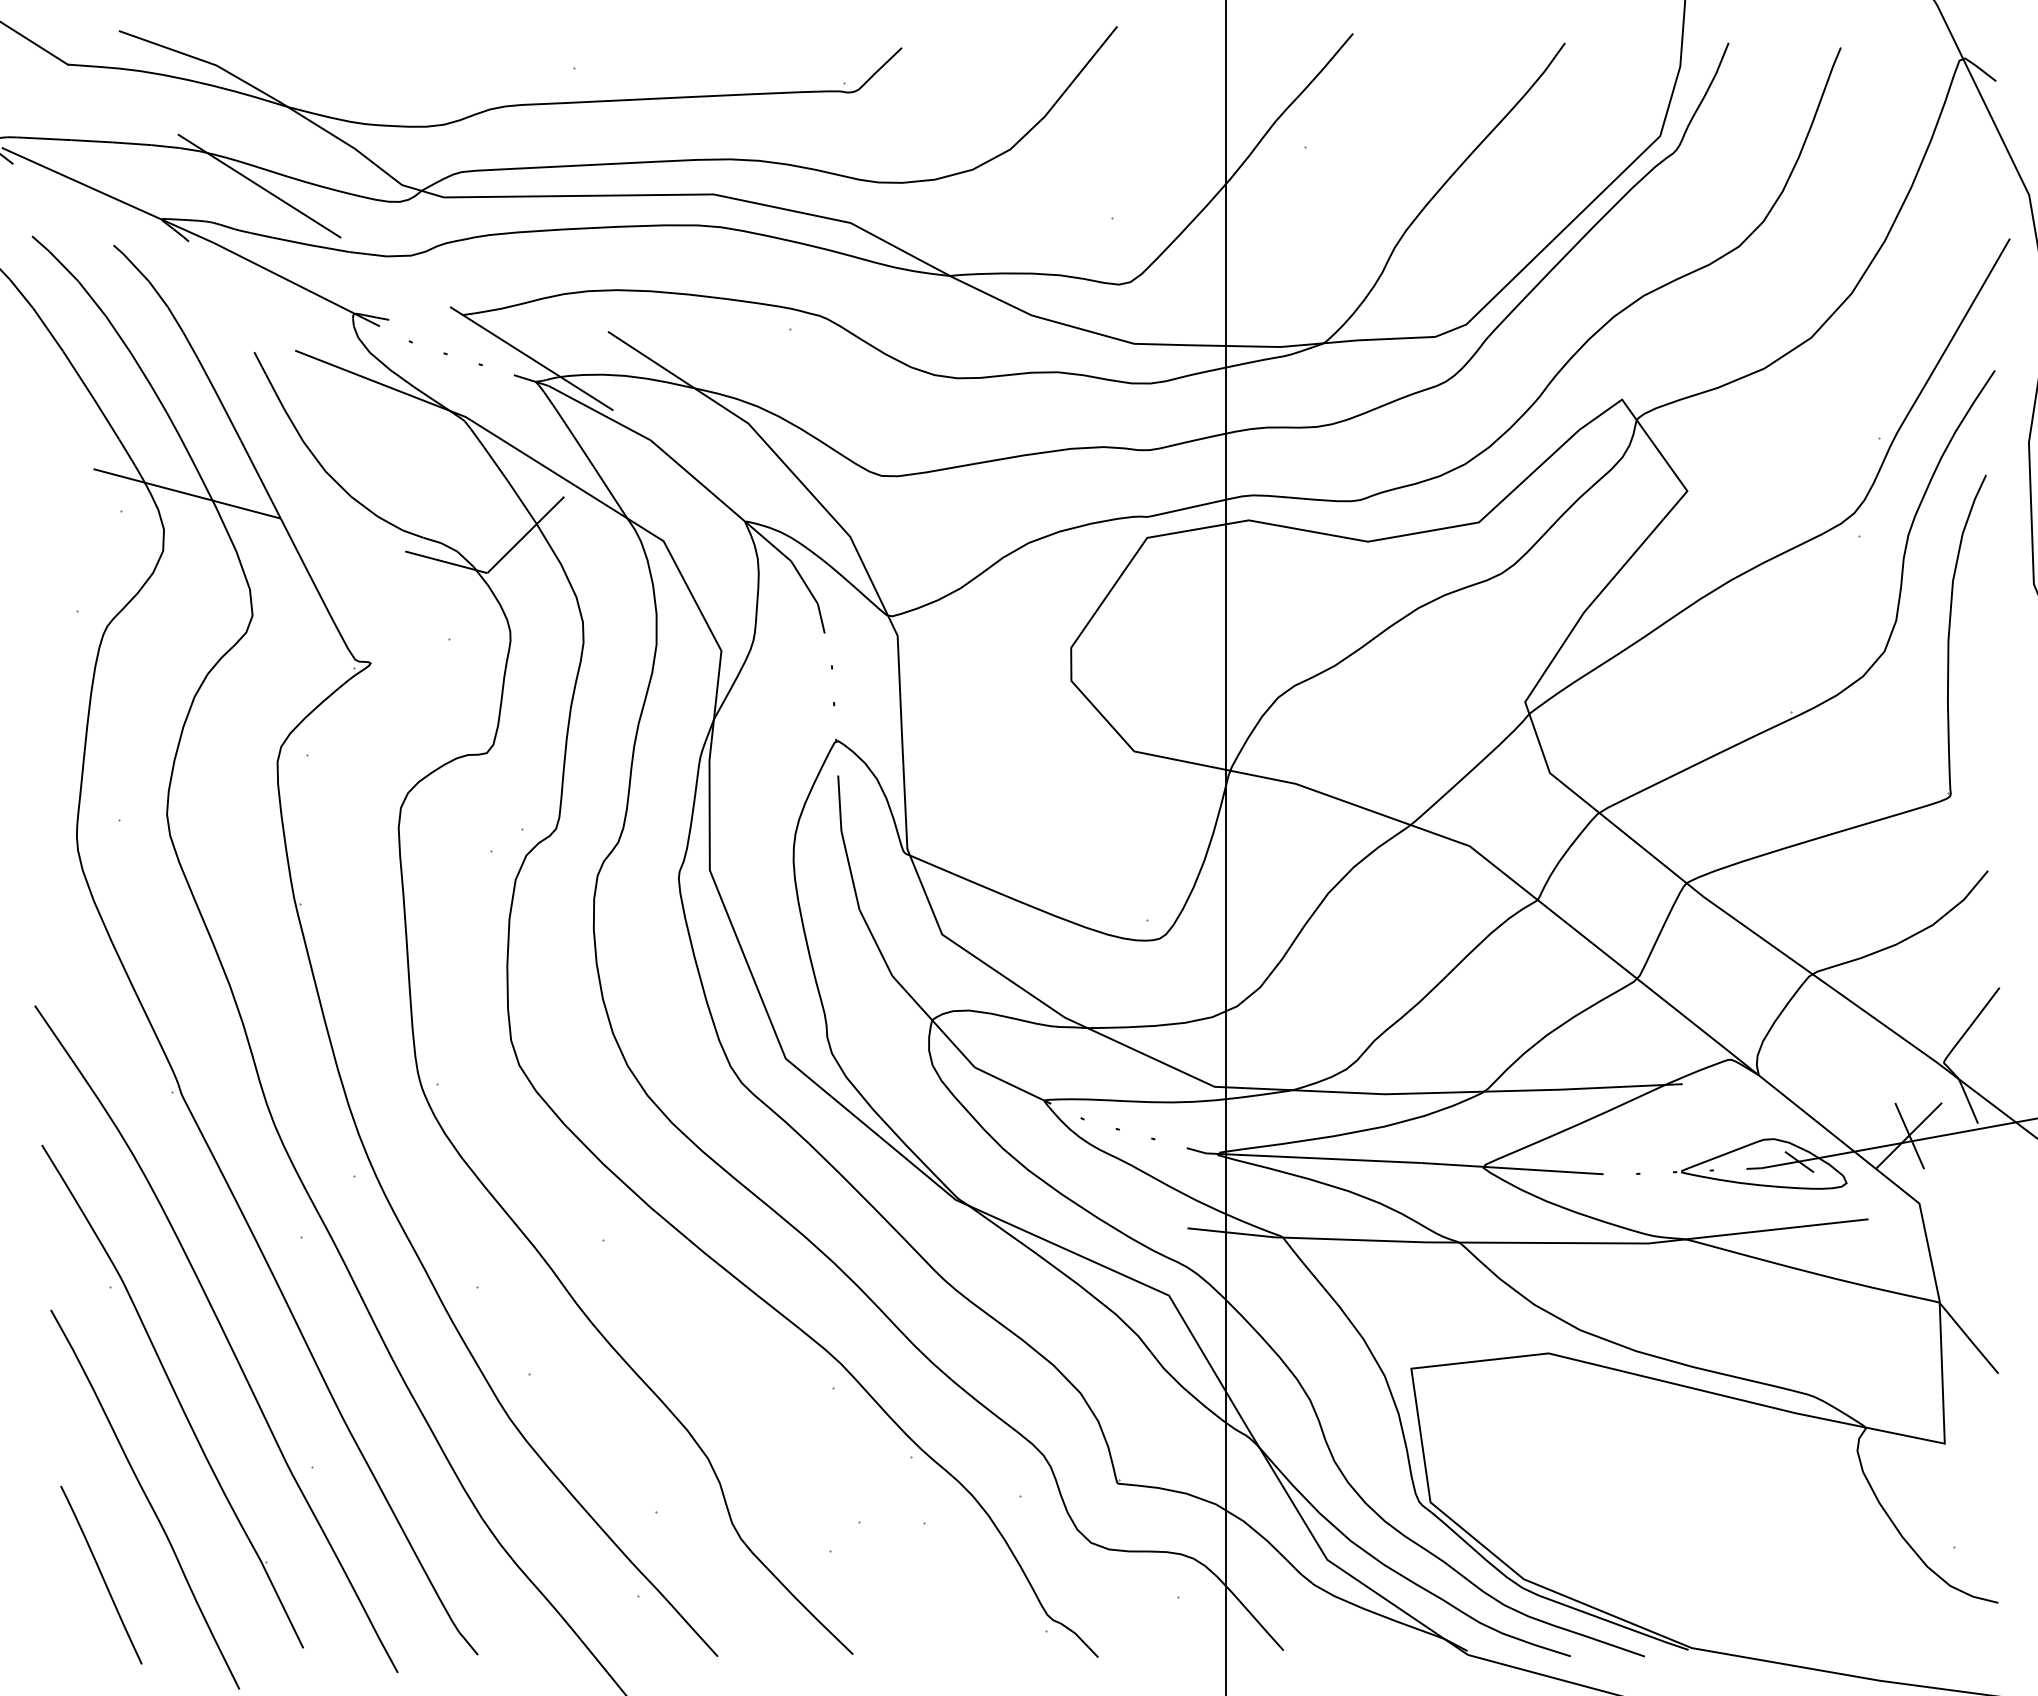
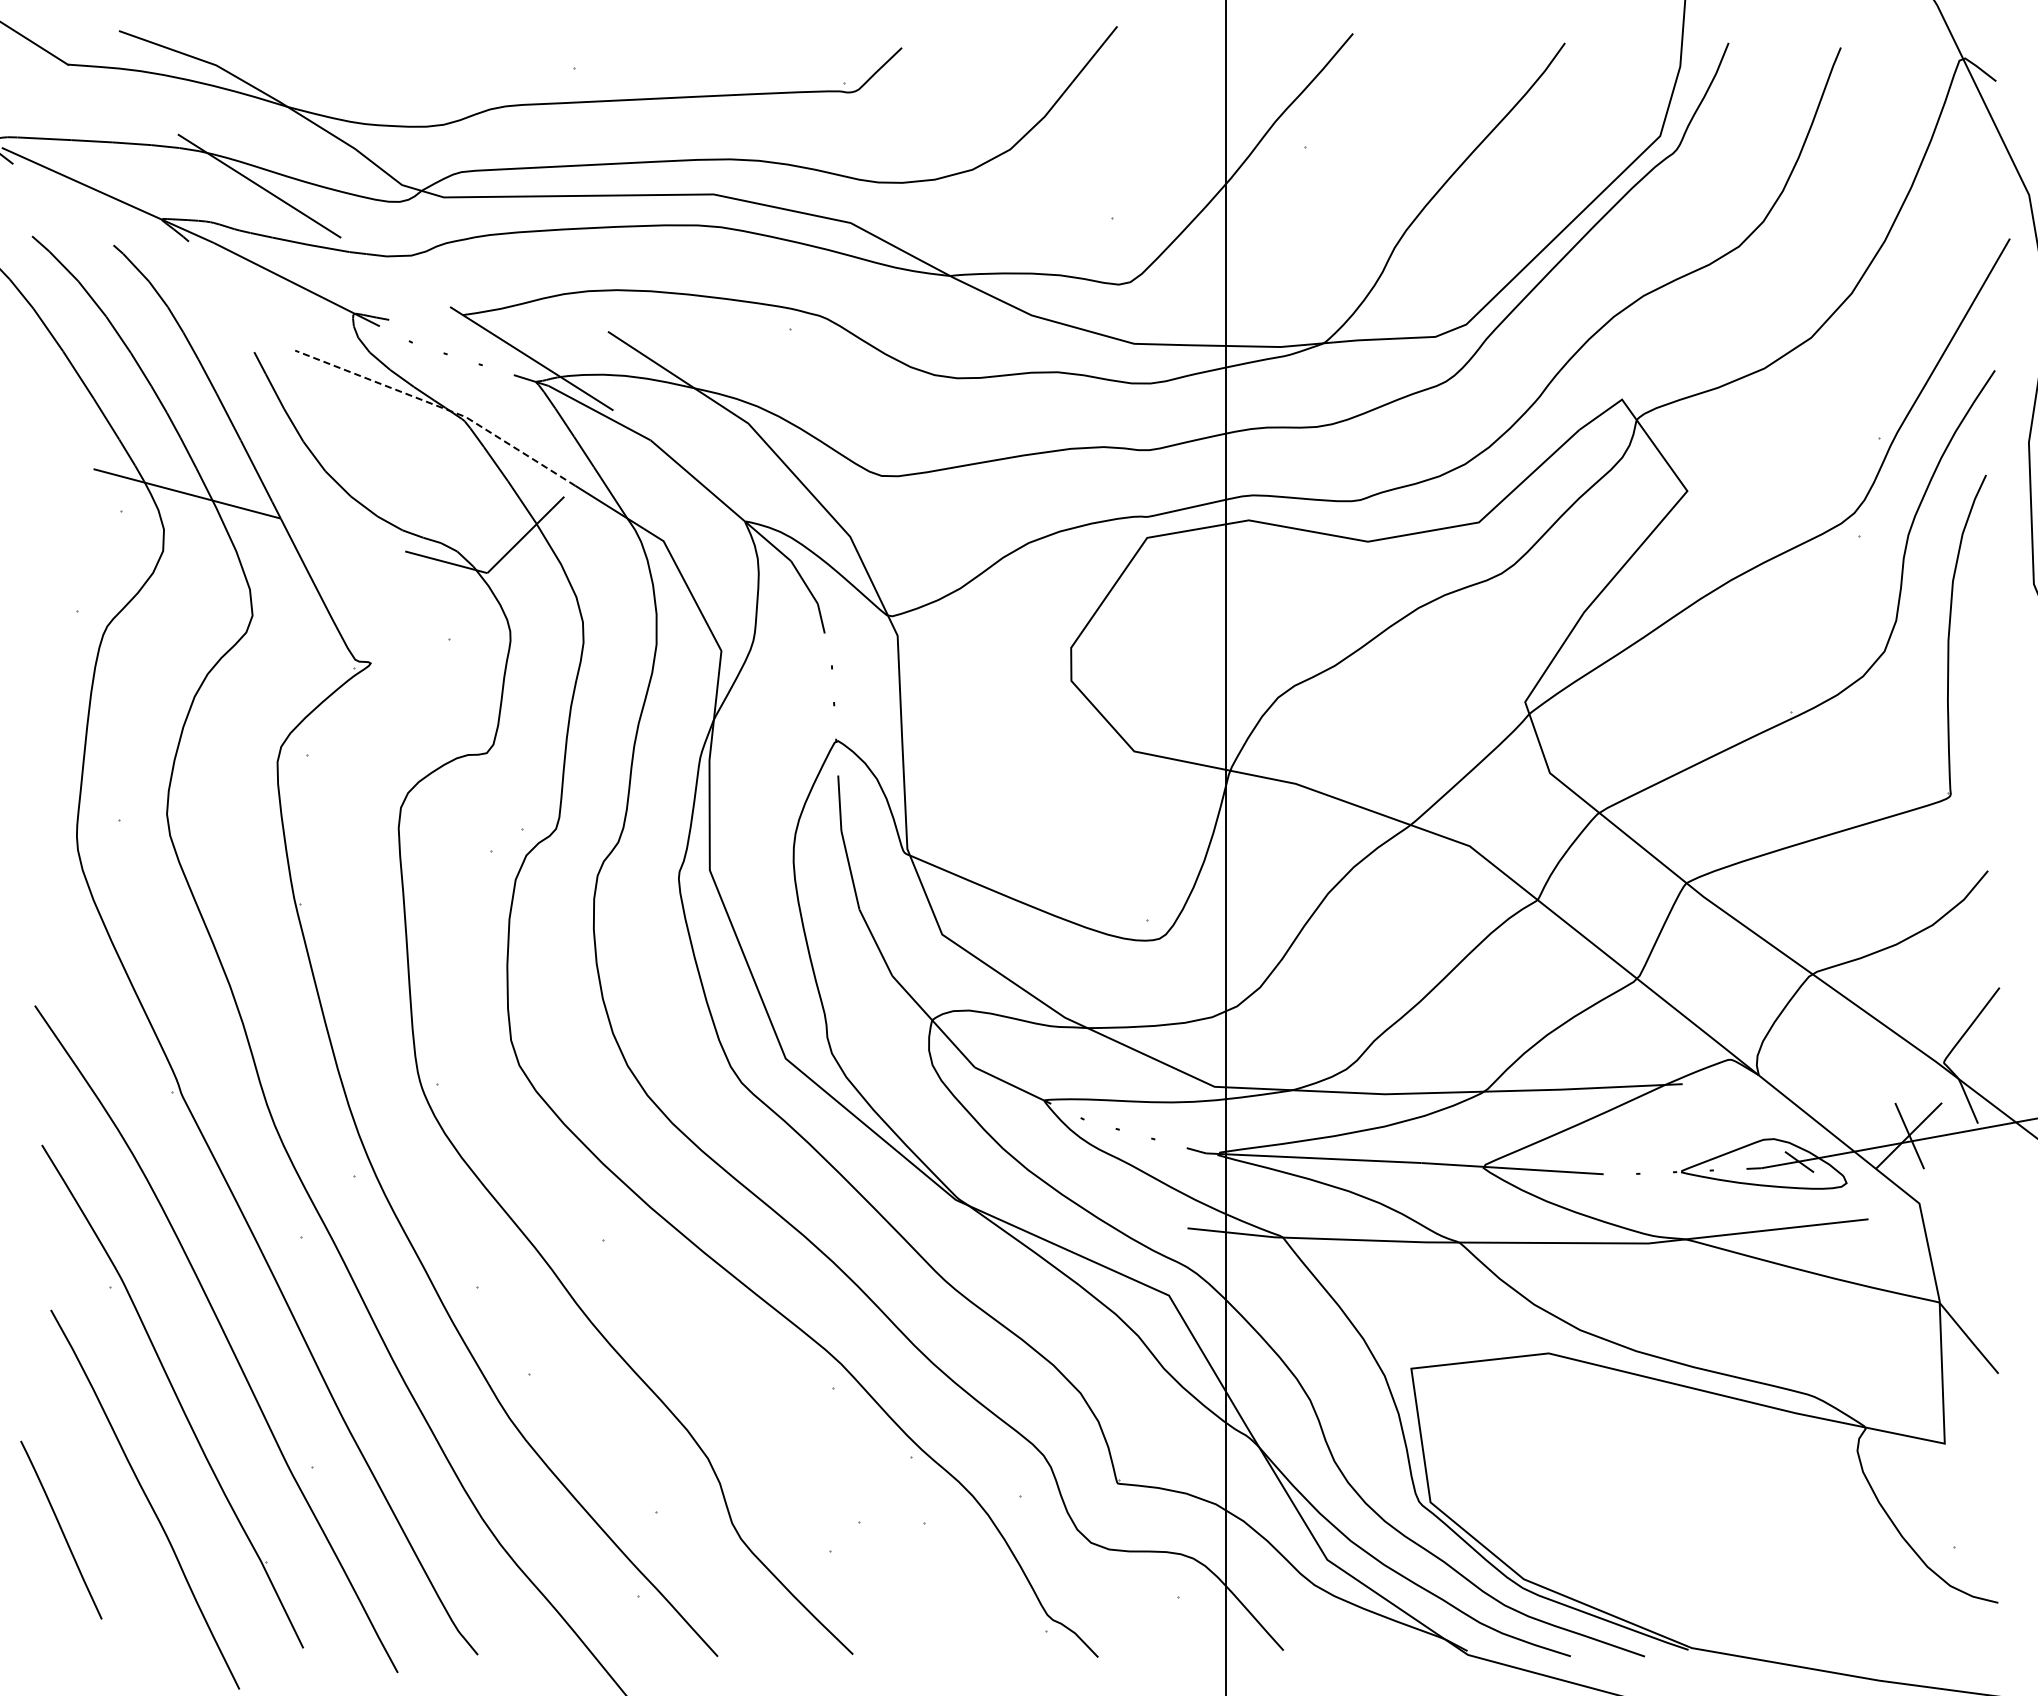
line at (440, 407): solid -> dashed
line at (101, 1574) position: (101, 1574) -> (61, 1529)
